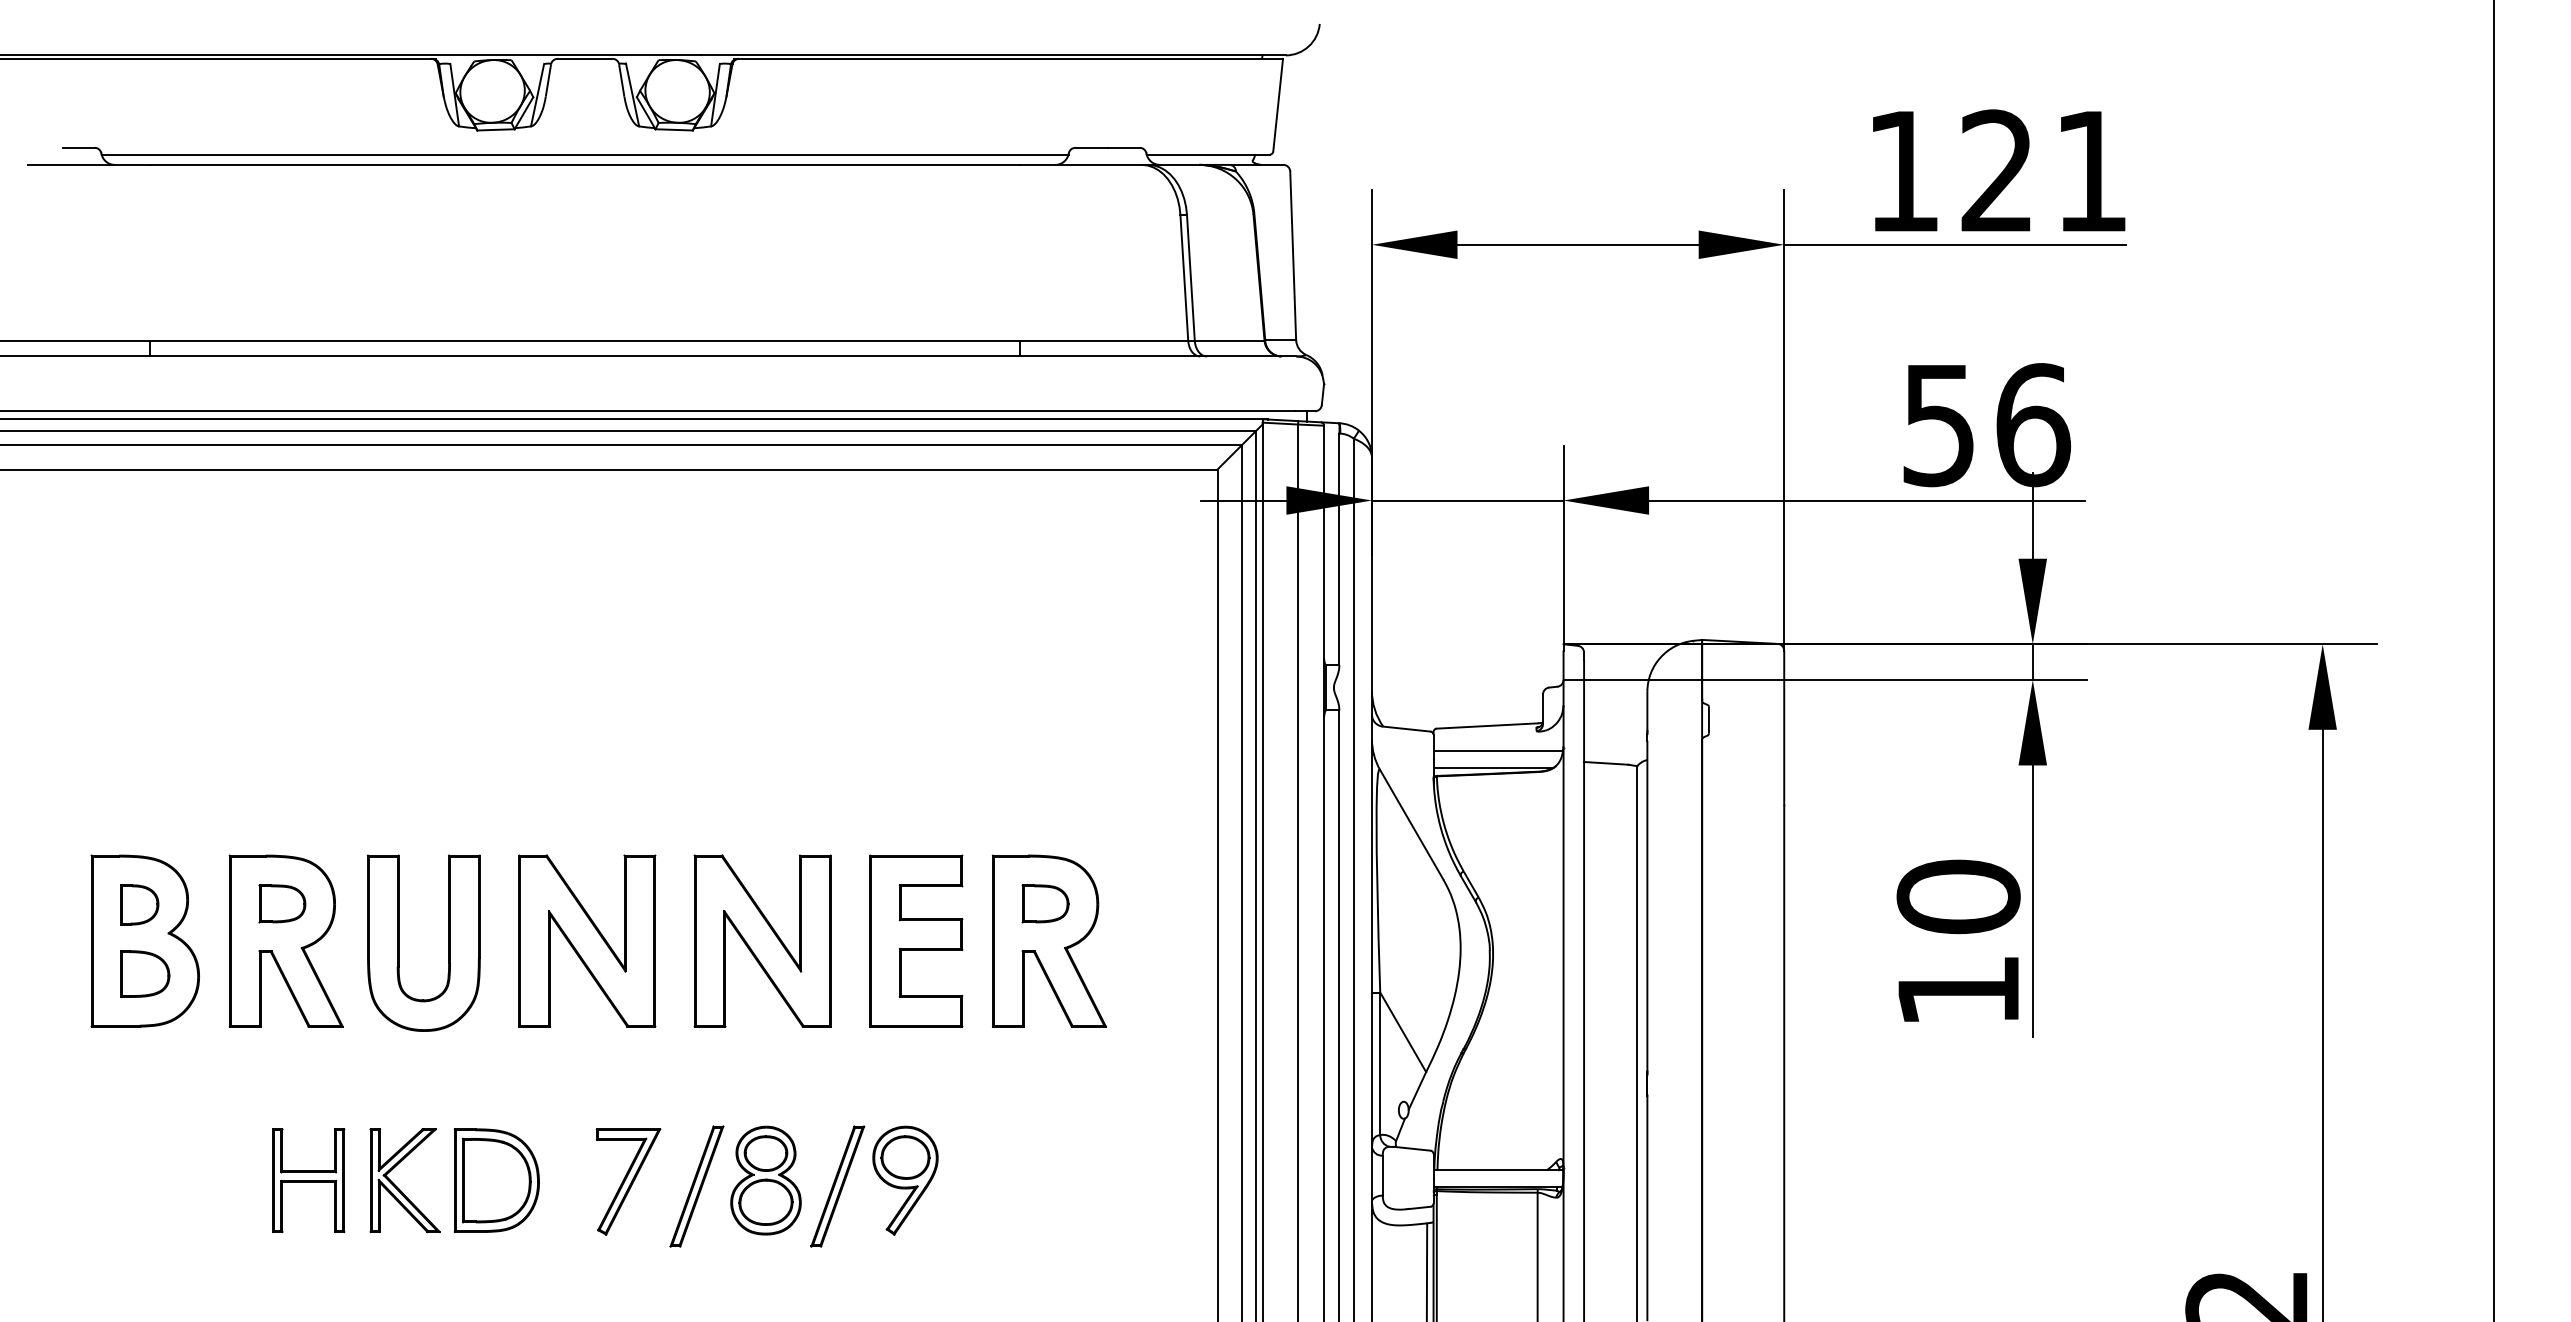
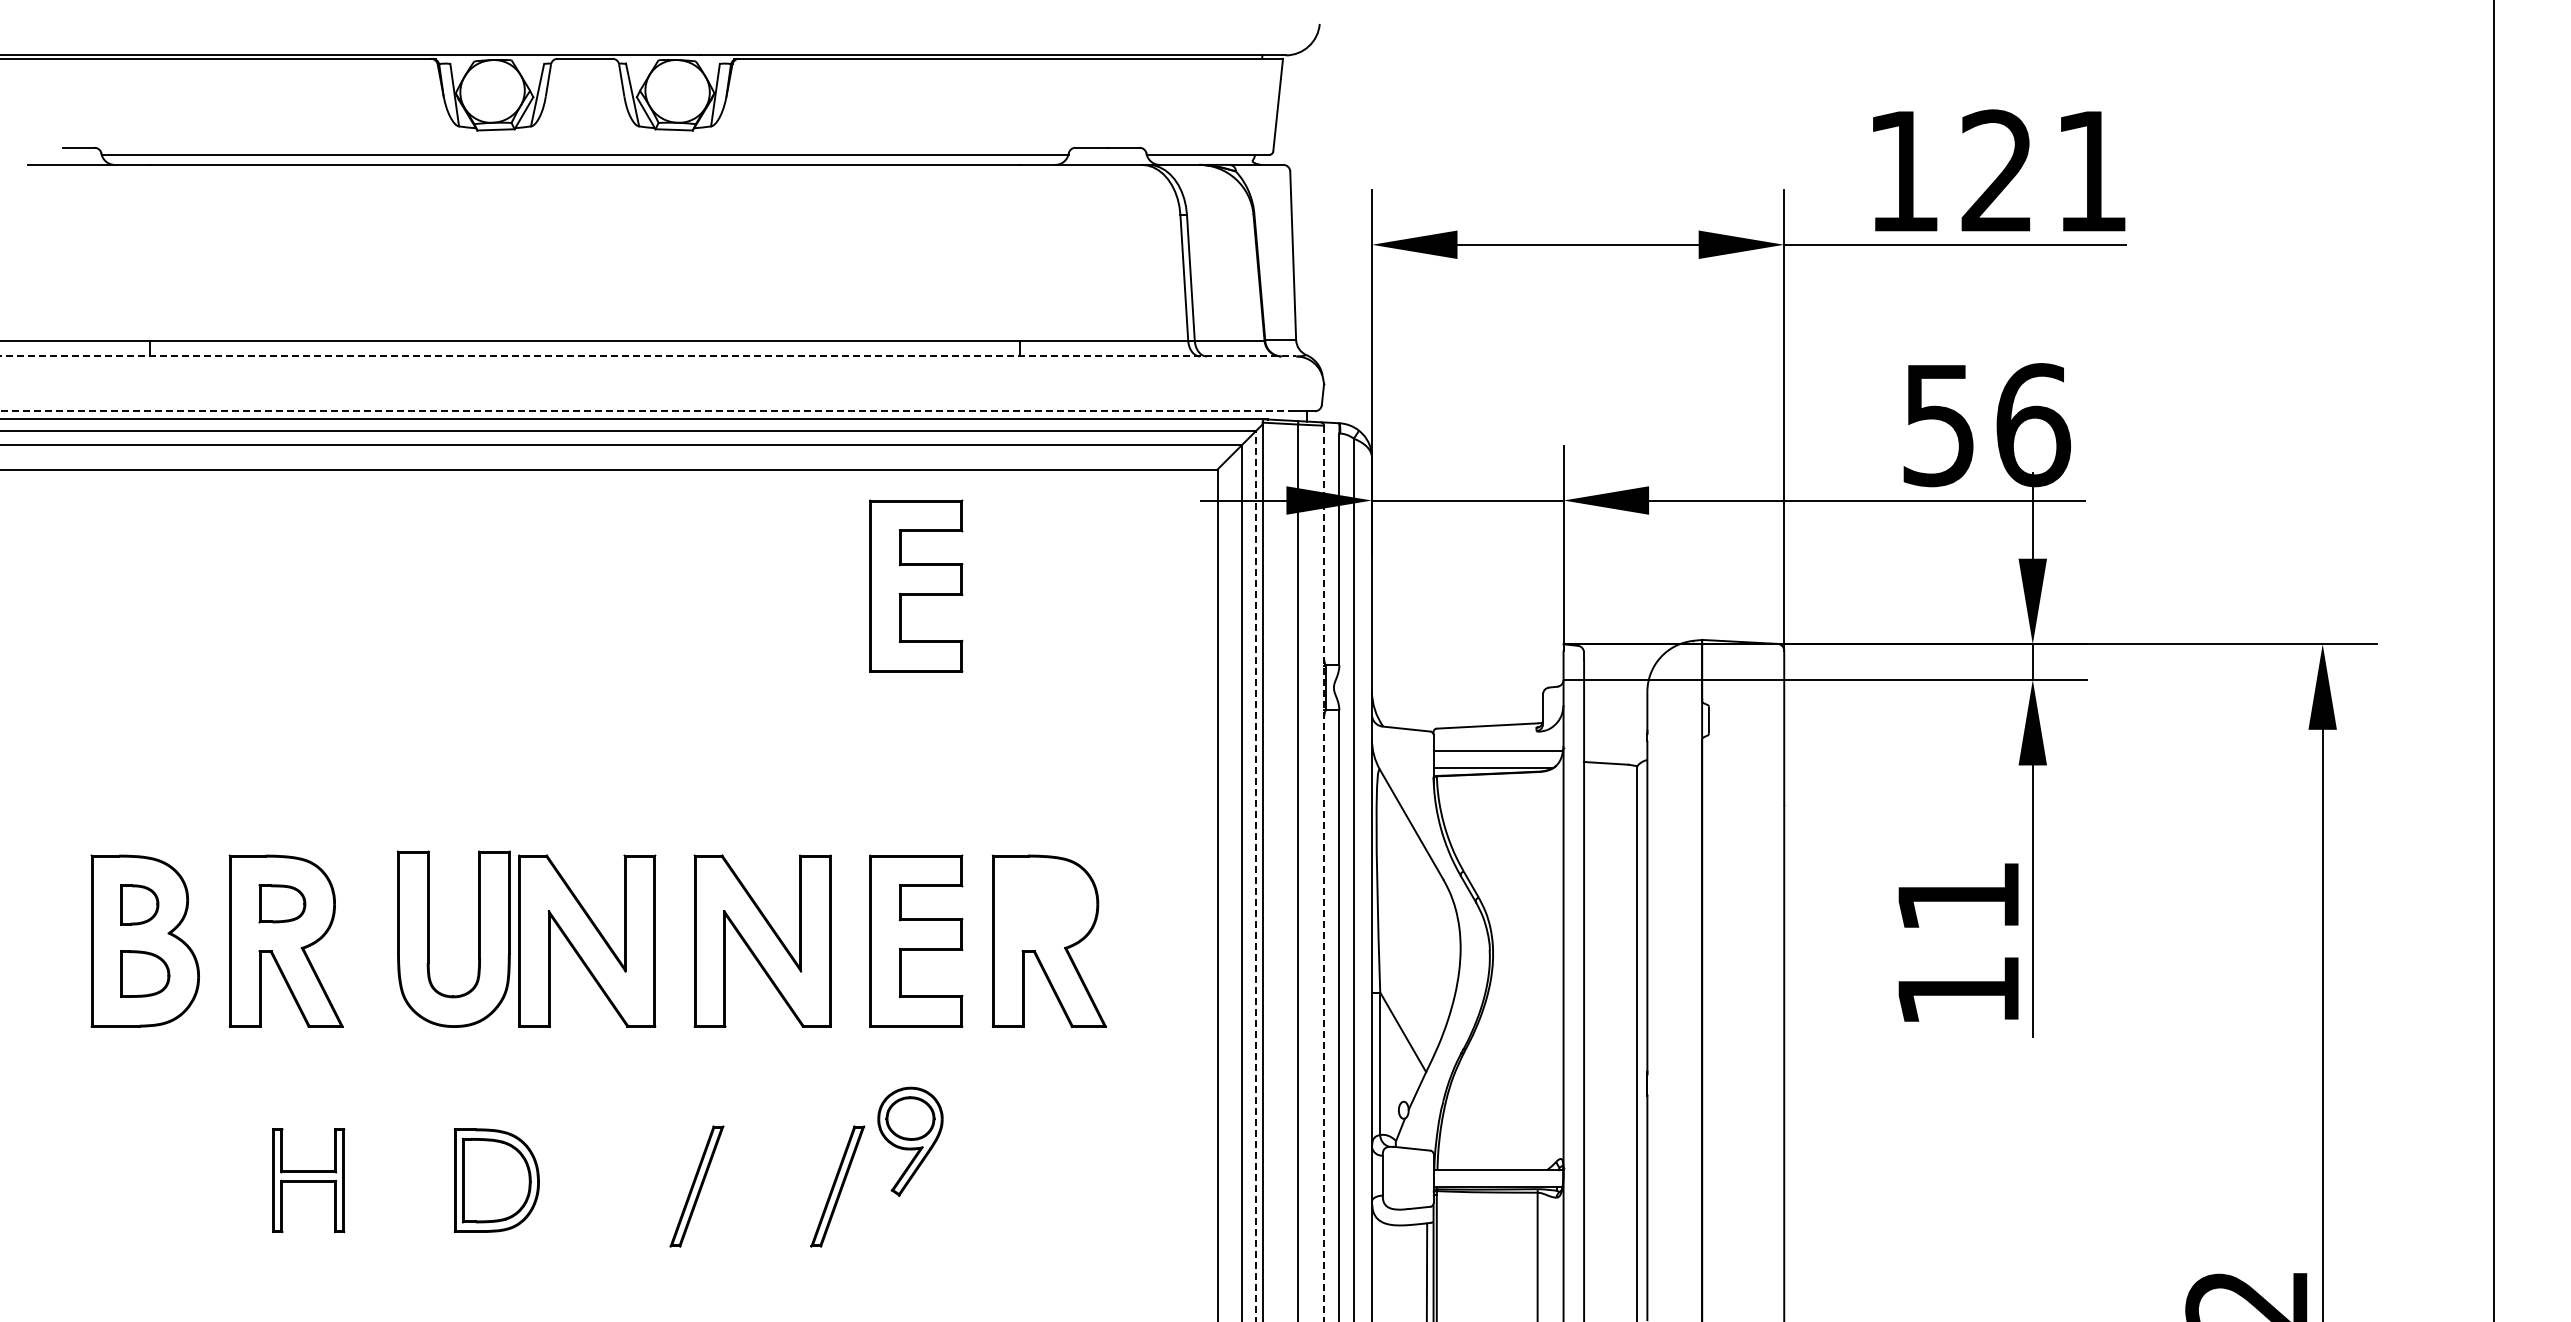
line at (648, 356): solid -> dashed
line at (647, 411): solid -> dashed
part at (916, 585): none -> present
line at (1324, 873): solid -> dashed
line at (1255, 876): solid -> dashed
text at (1958, 896): 10 -> 11
part at (1045, 903): present -> none
part at (399, 942) position: (399, 942) -> (429, 938)
part at (765, 1180): present -> none
part at (905, 1180) position: (905, 1180) -> (910, 1141)
part at (628, 1181): present -> none
part at (397, 1186): present -> none
